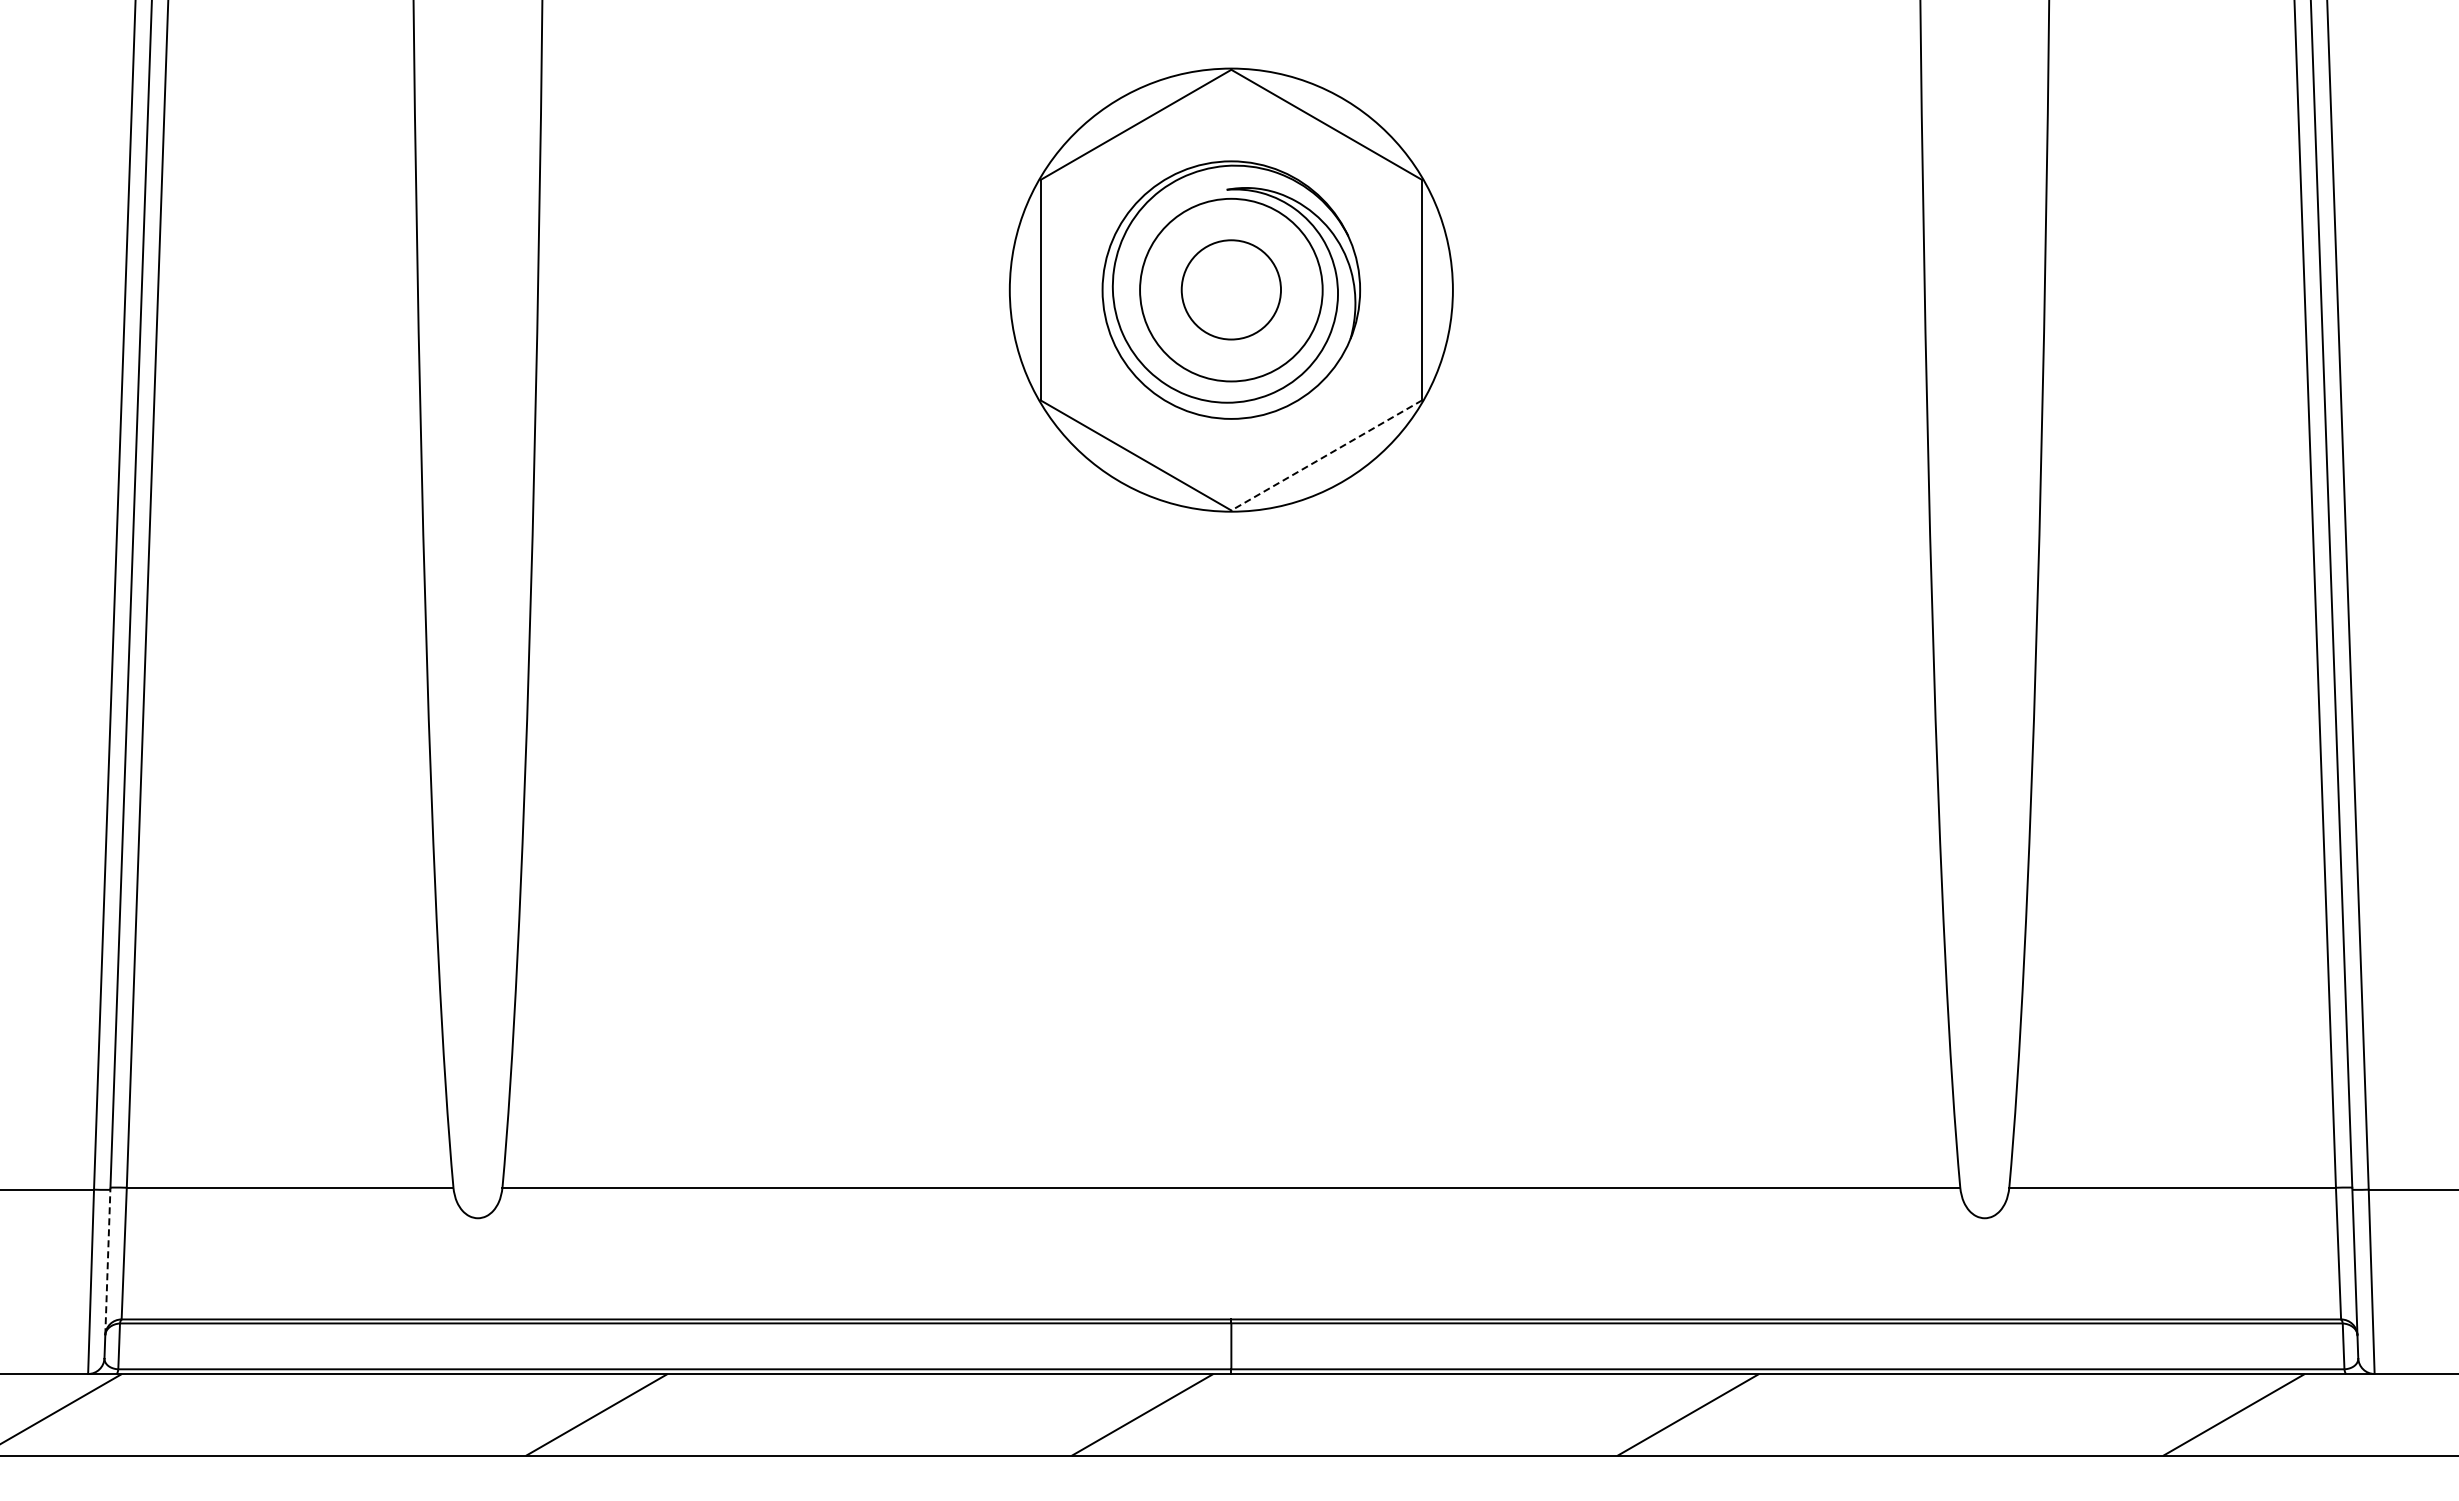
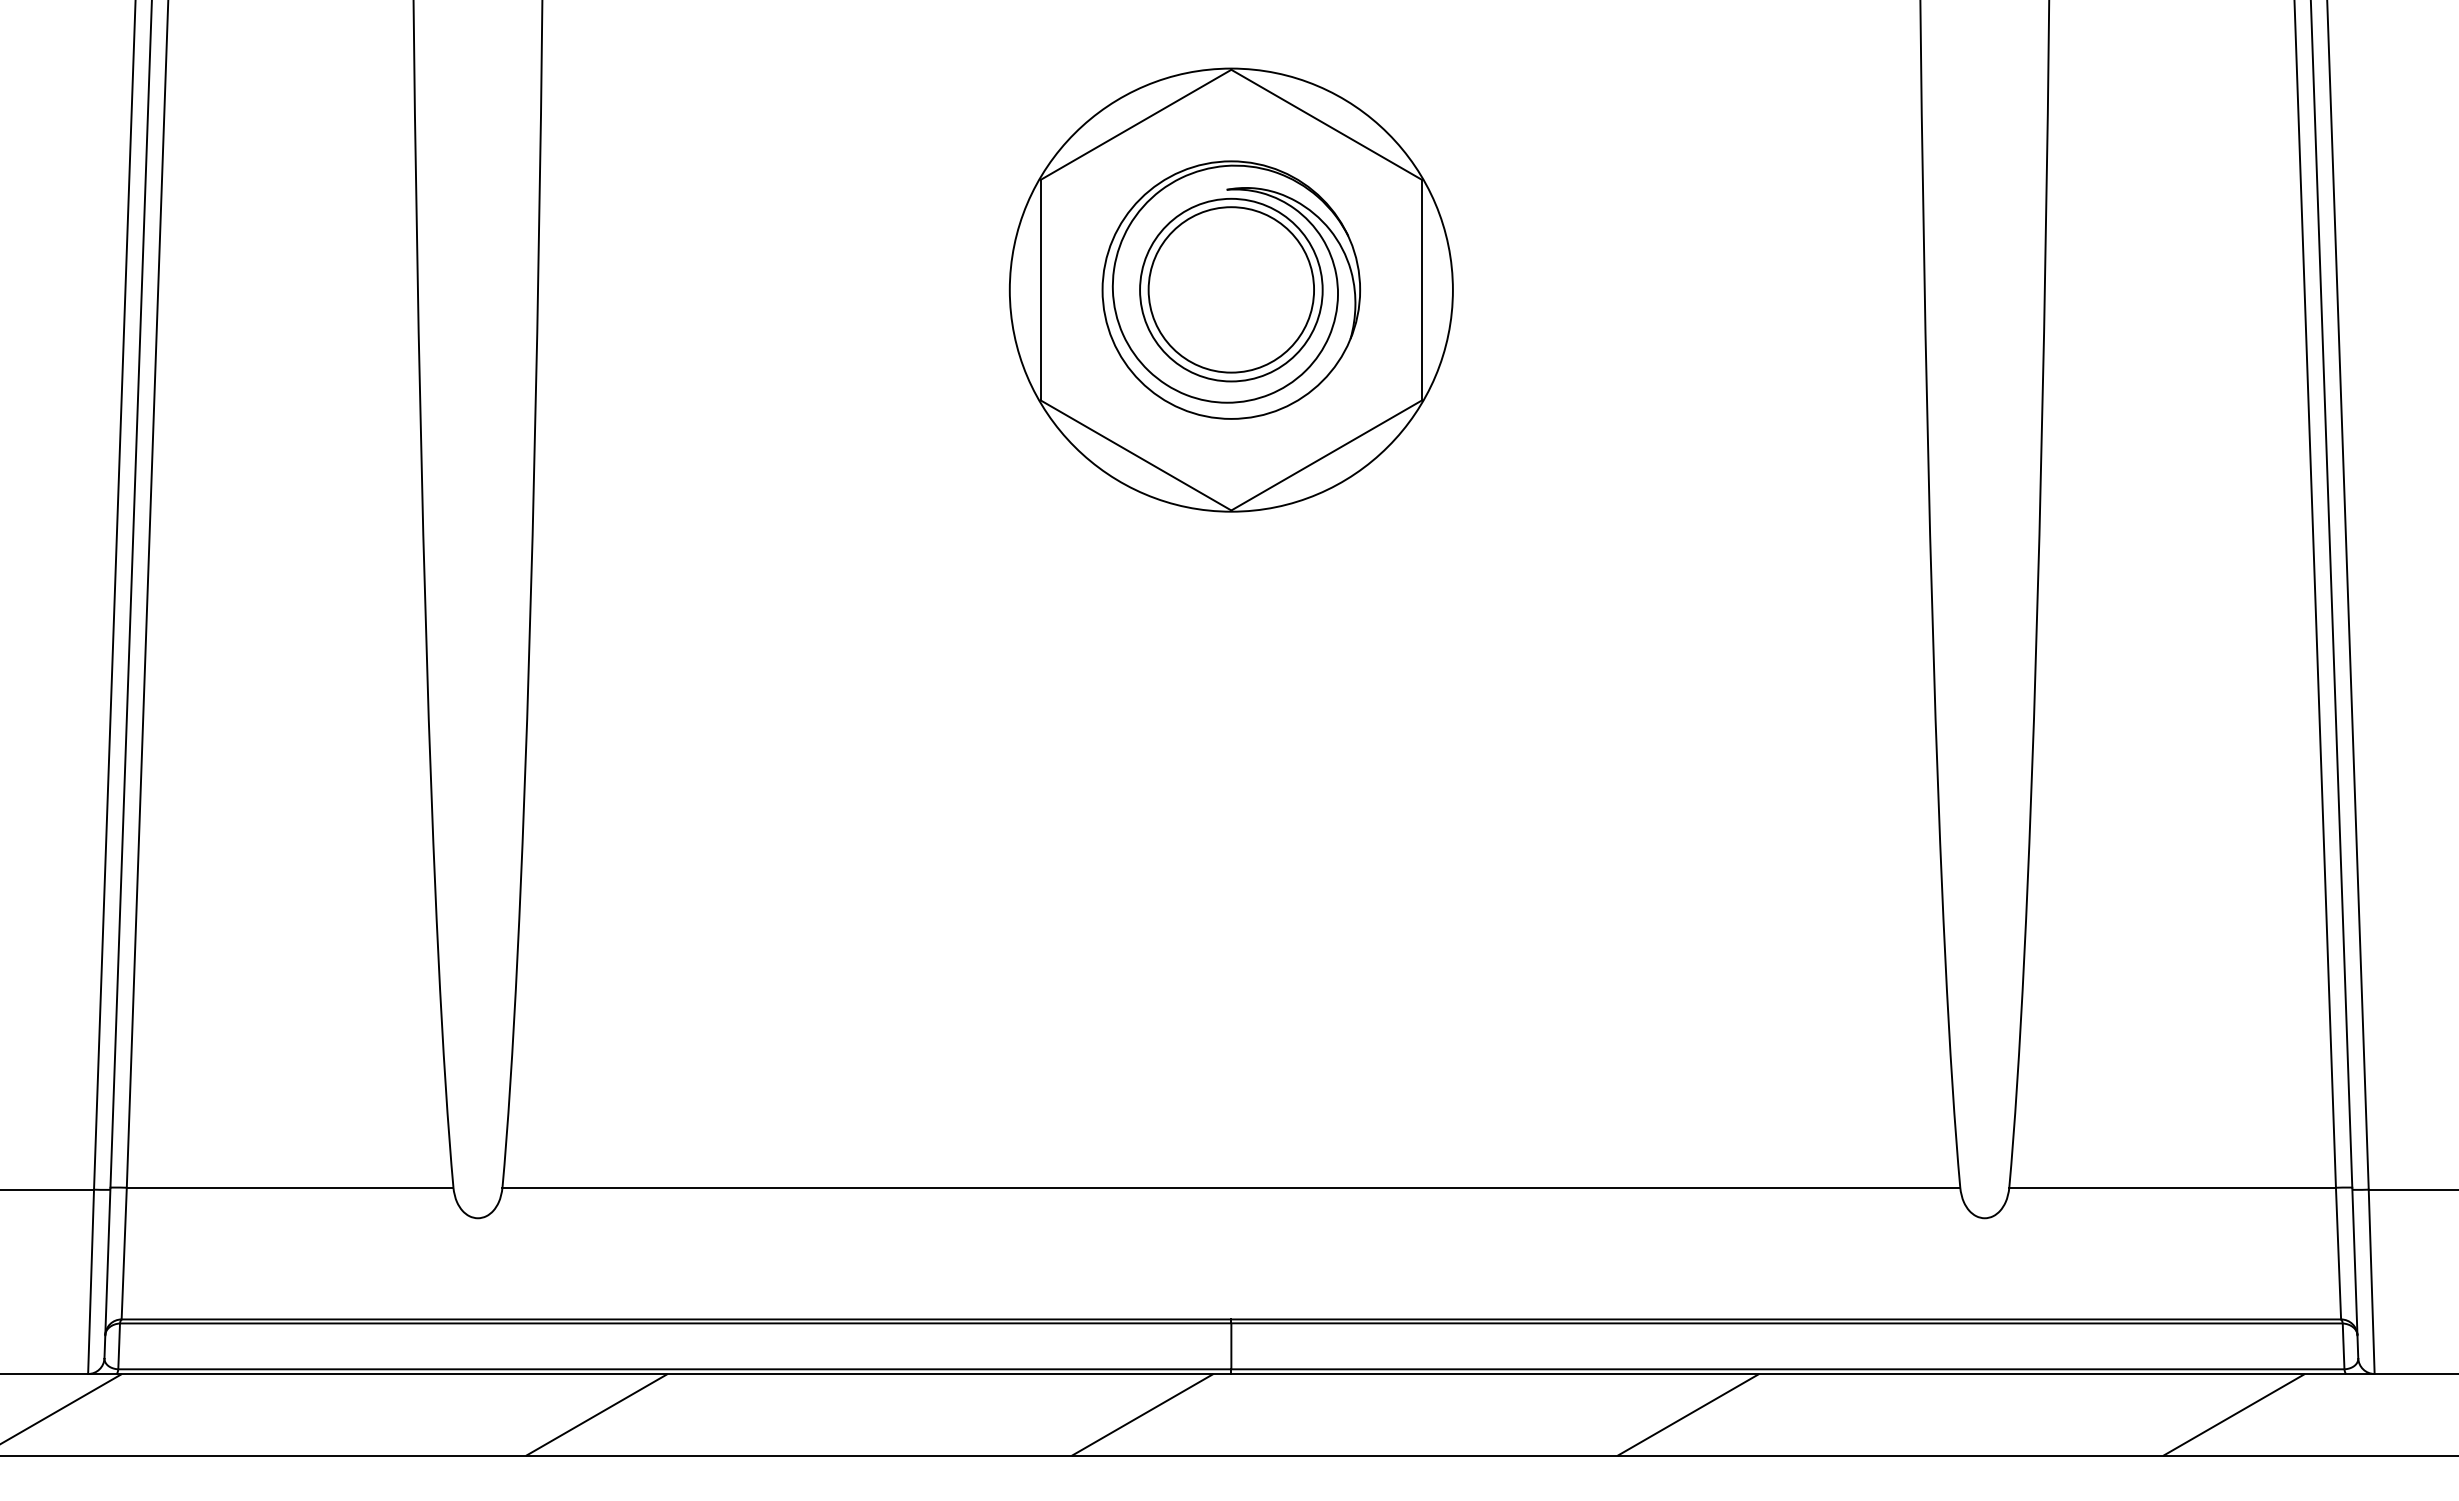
circle at (1231, 289) diameter: 99 px -> 165 px
line at (1326, 455): dashed -> solid
line at (107, 1261): dashed -> solid
